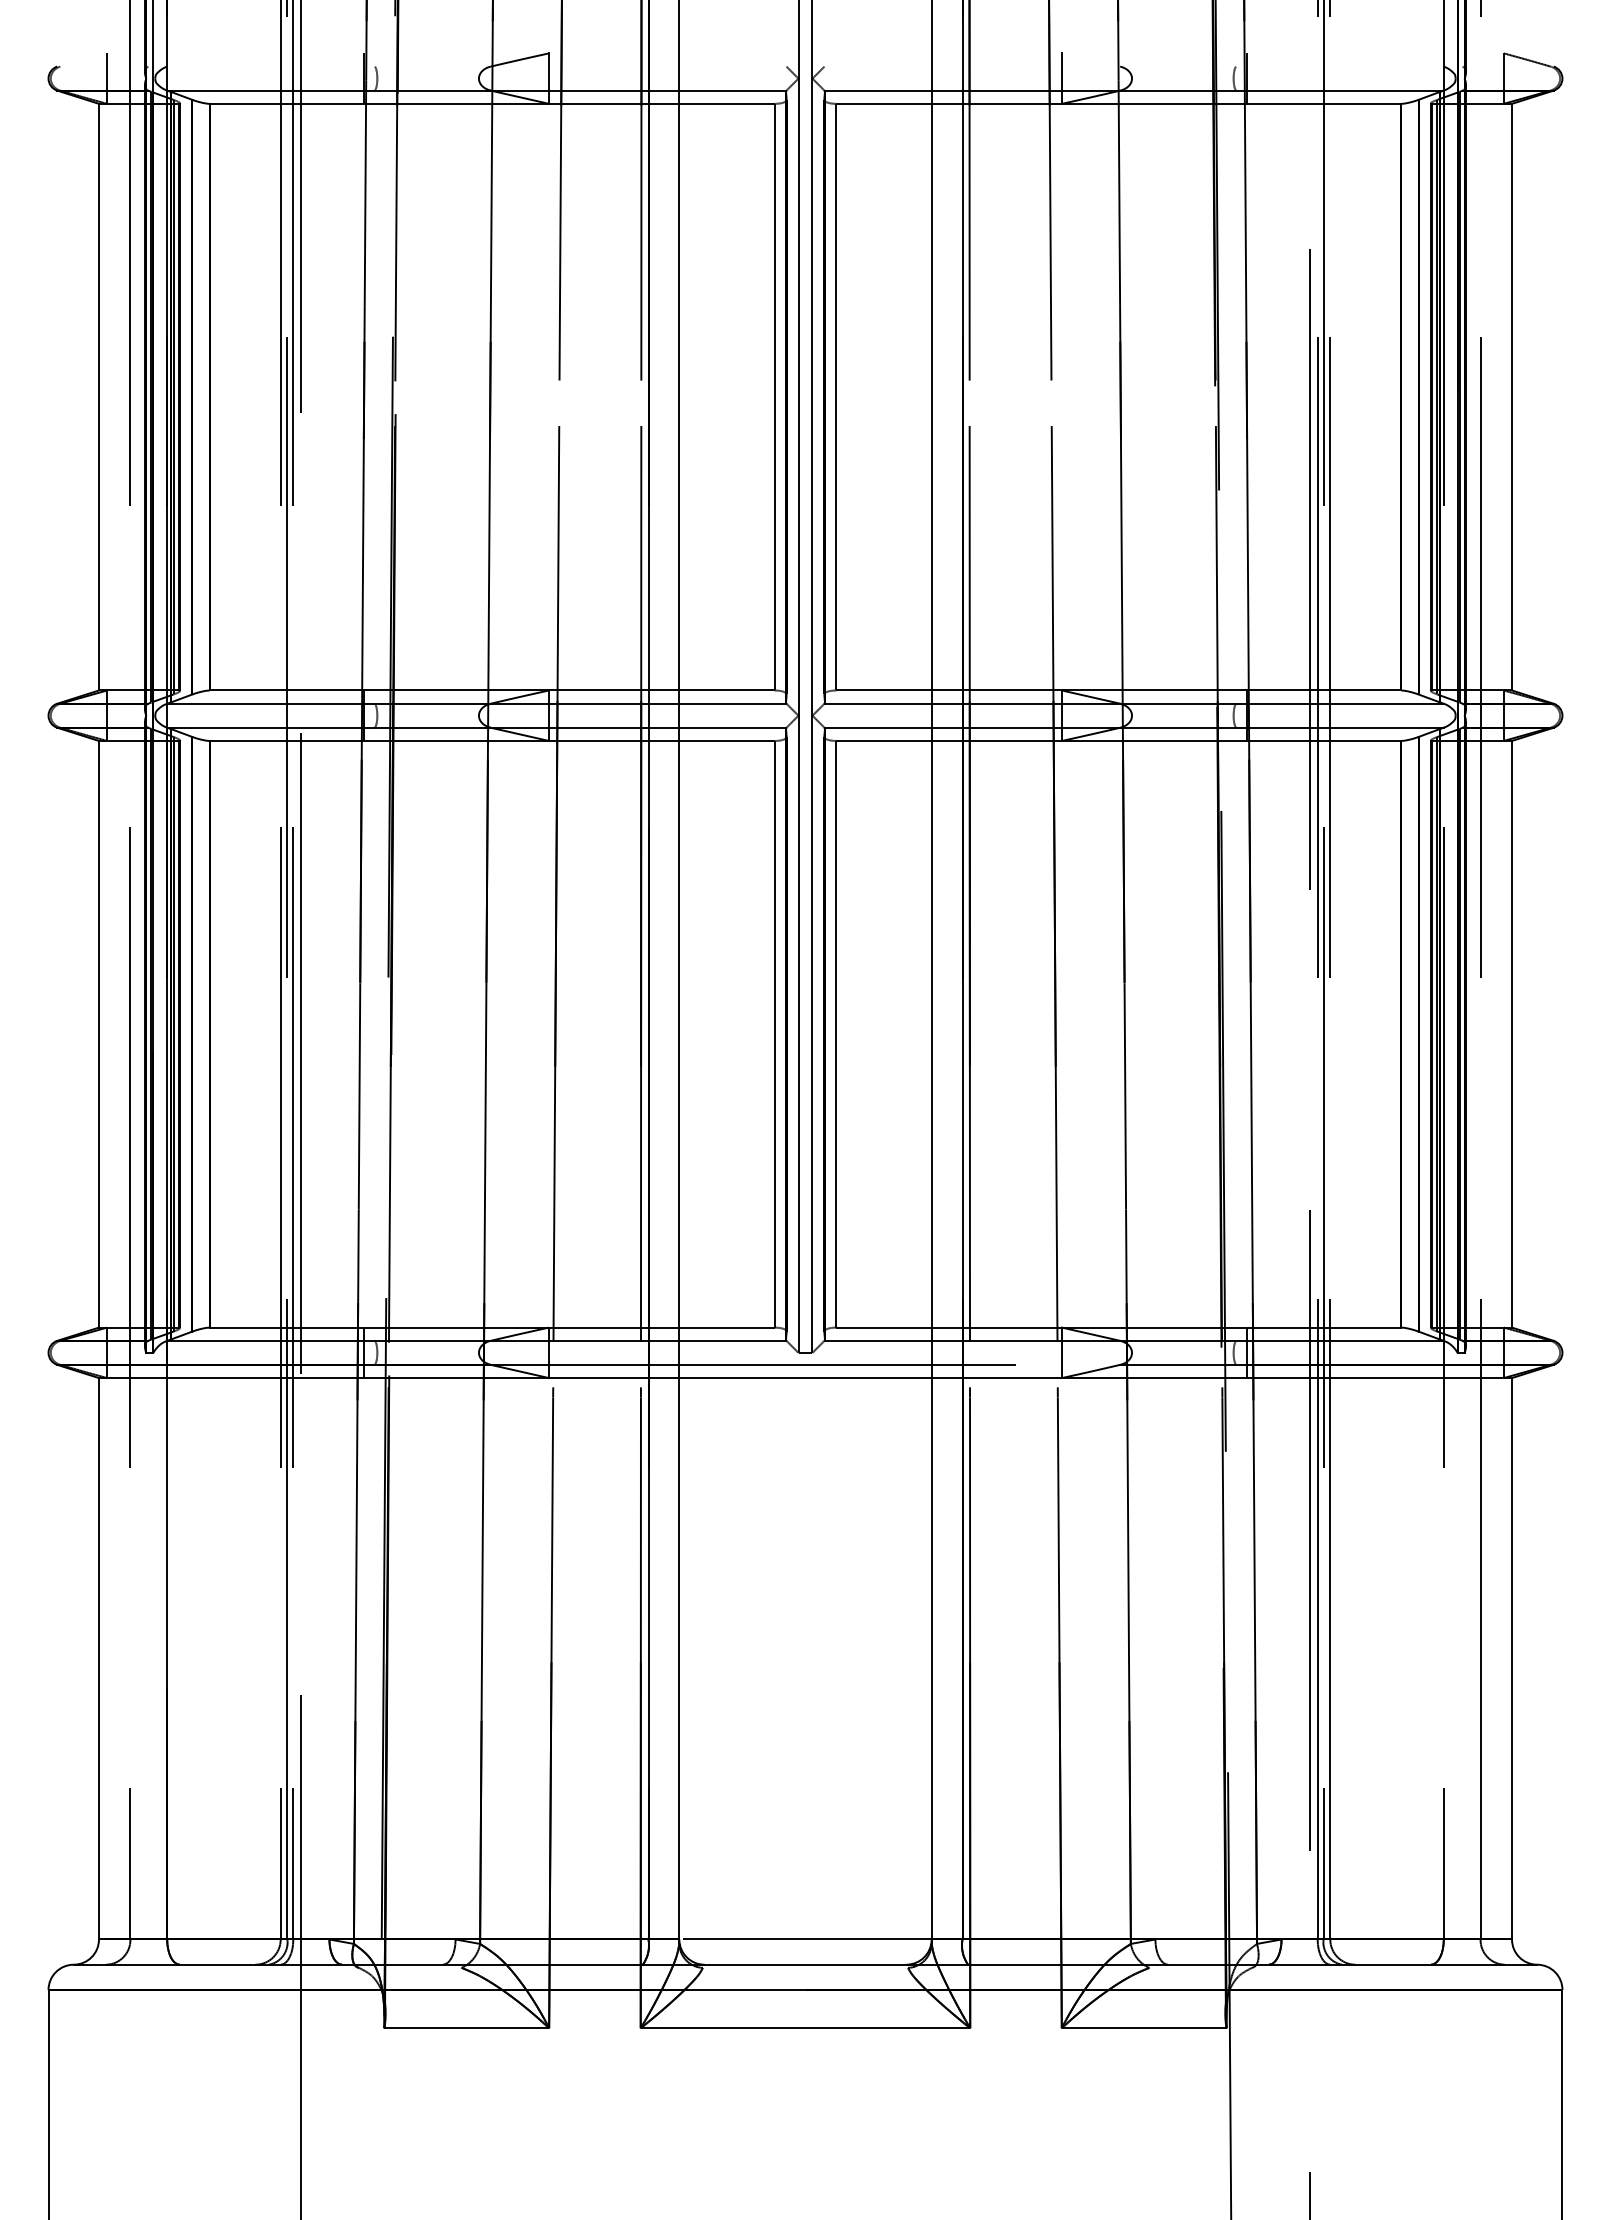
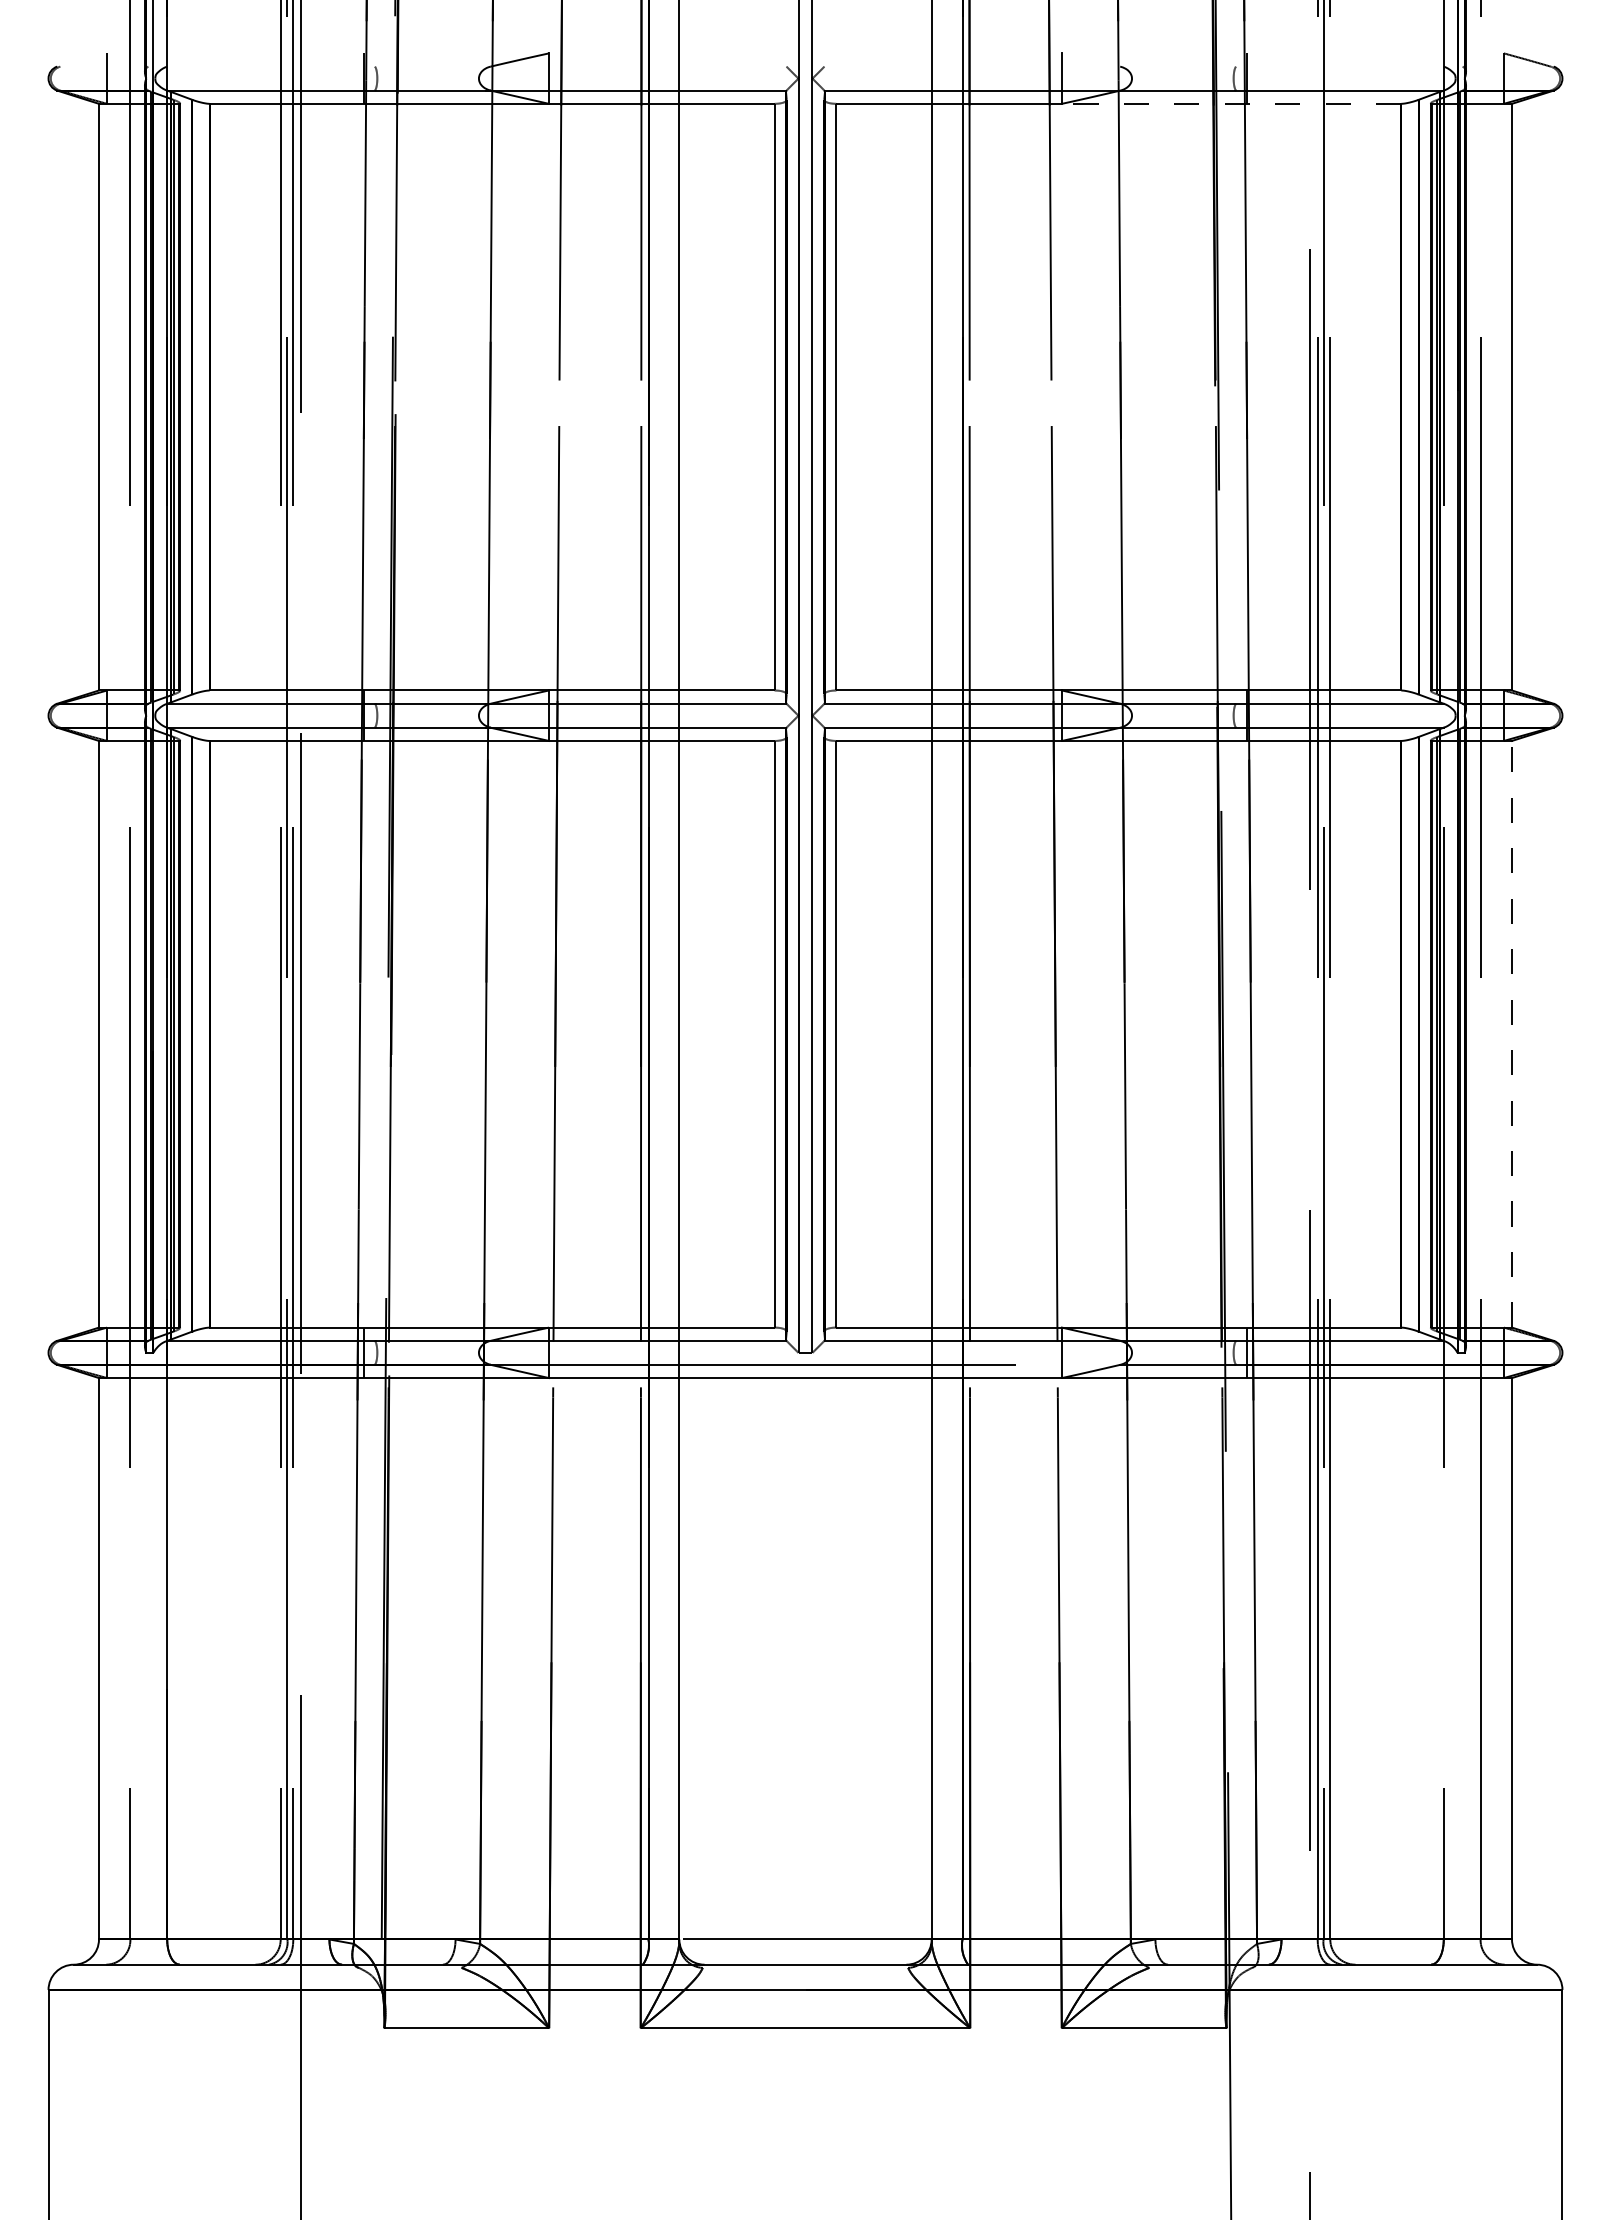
line at (1231, 103): solid -> dashed
line at (1512, 1033): solid -> dashed
